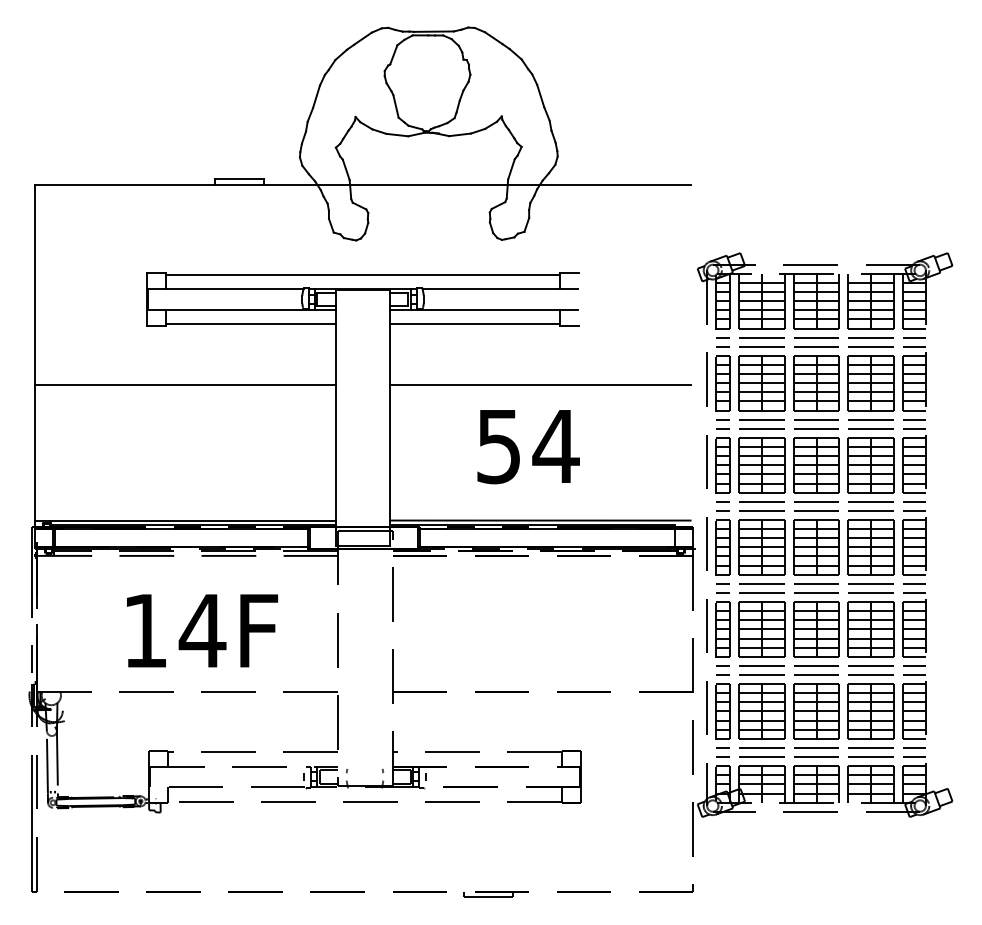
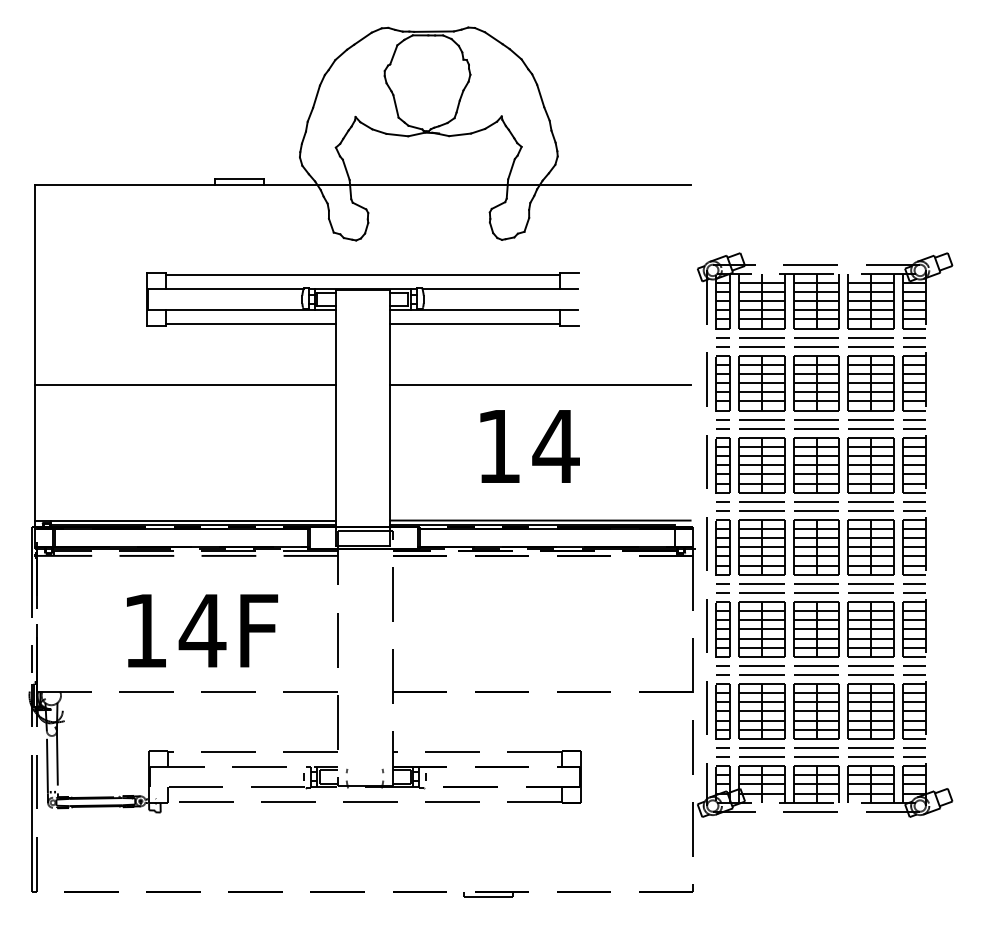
text at (498, 447): 54 -> 14
